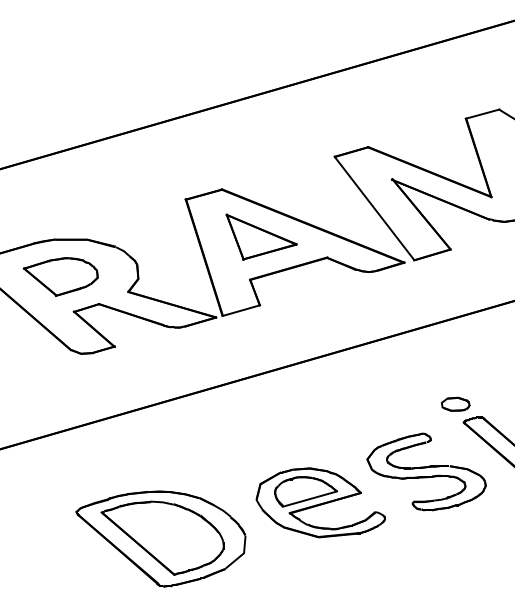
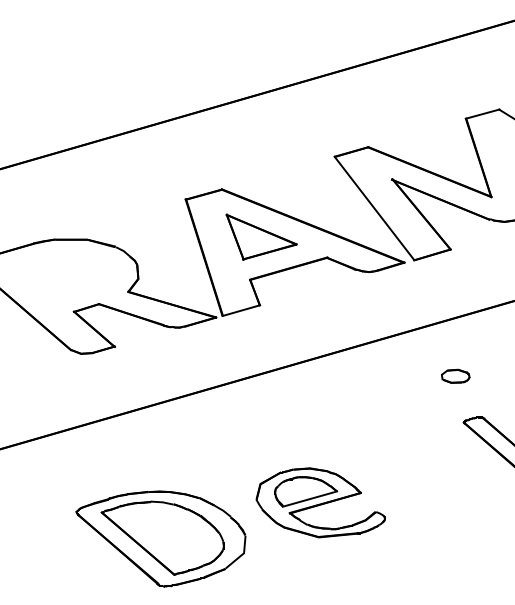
part at (60, 276): present -> none
part at (455, 403) position: (455, 403) -> (455, 375)
part at (426, 471): present -> none
